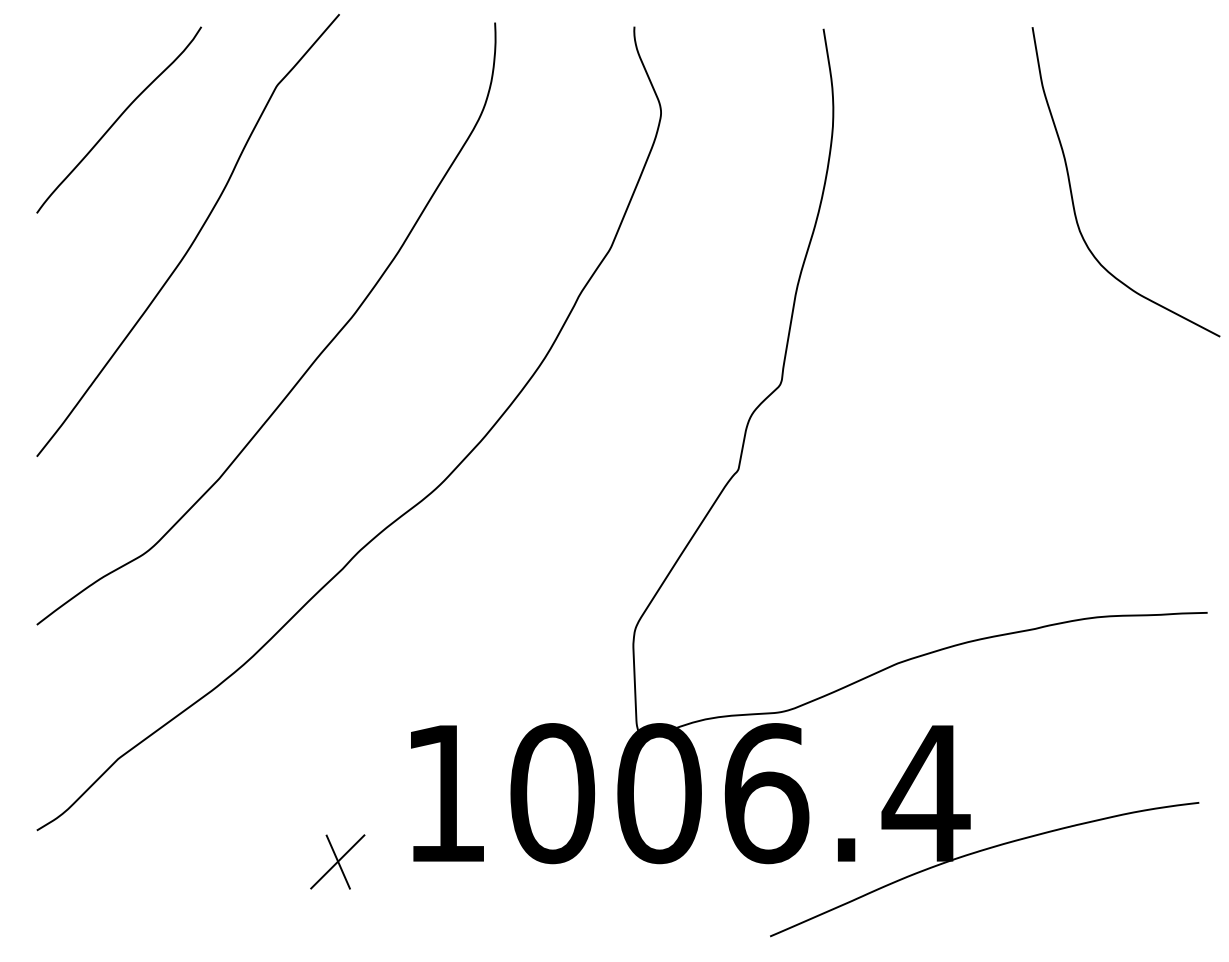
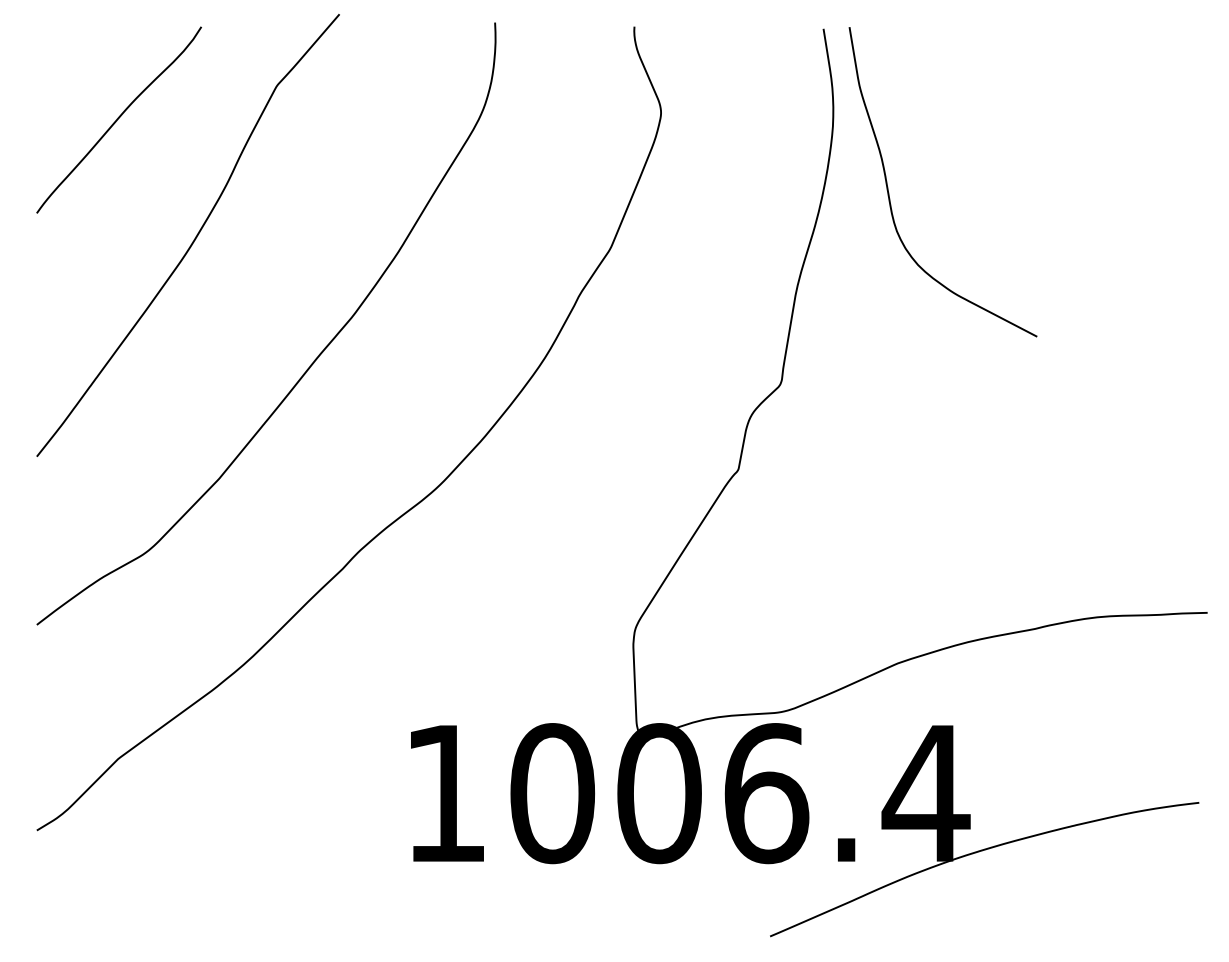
curve at (1072, 192) position: (1072, 192) -> (889, 192)
part at (337, 861): present -> none
